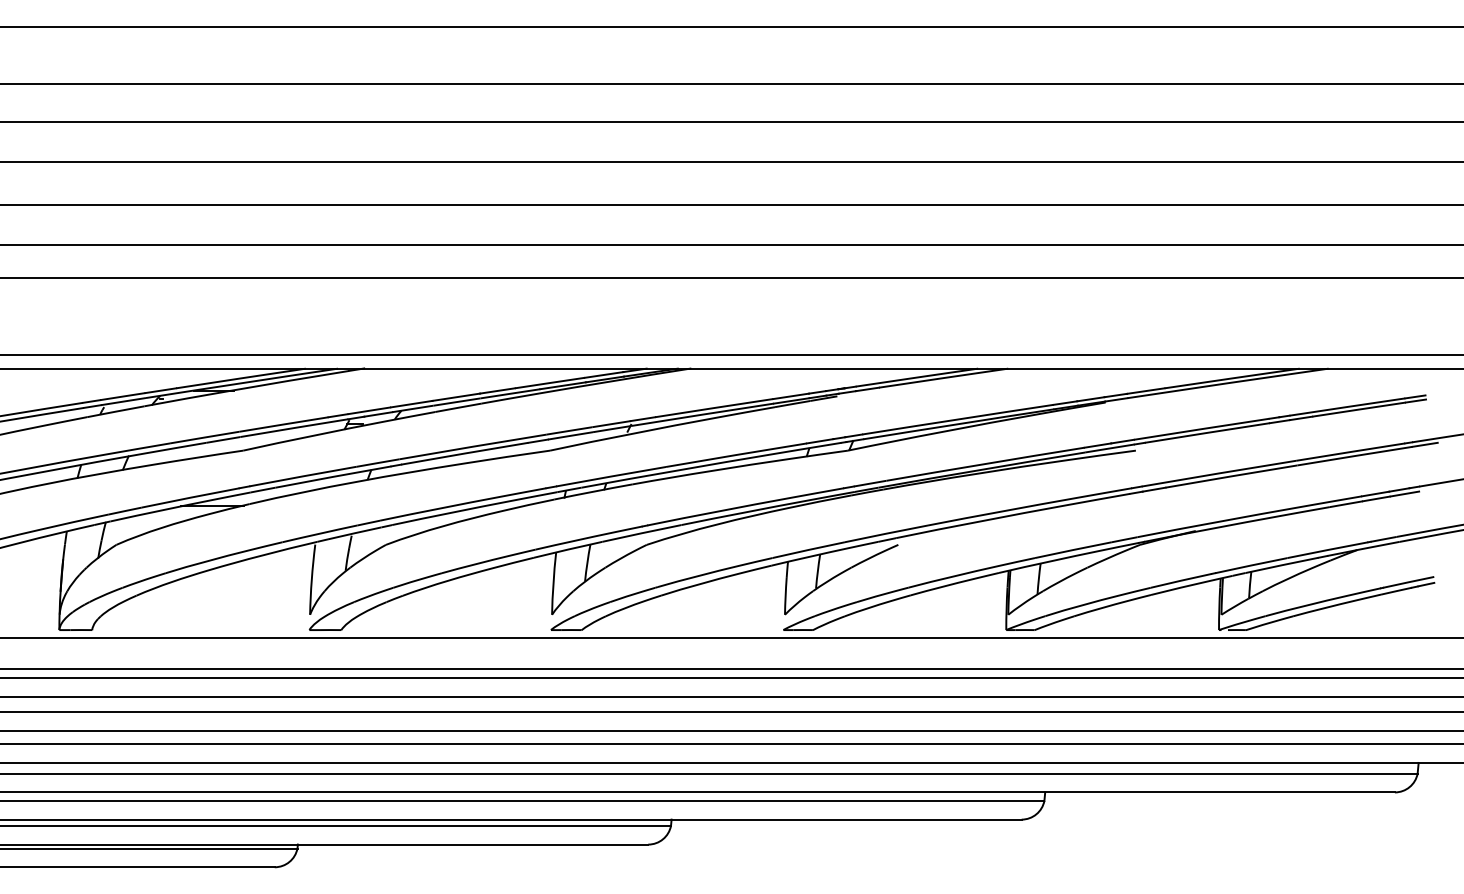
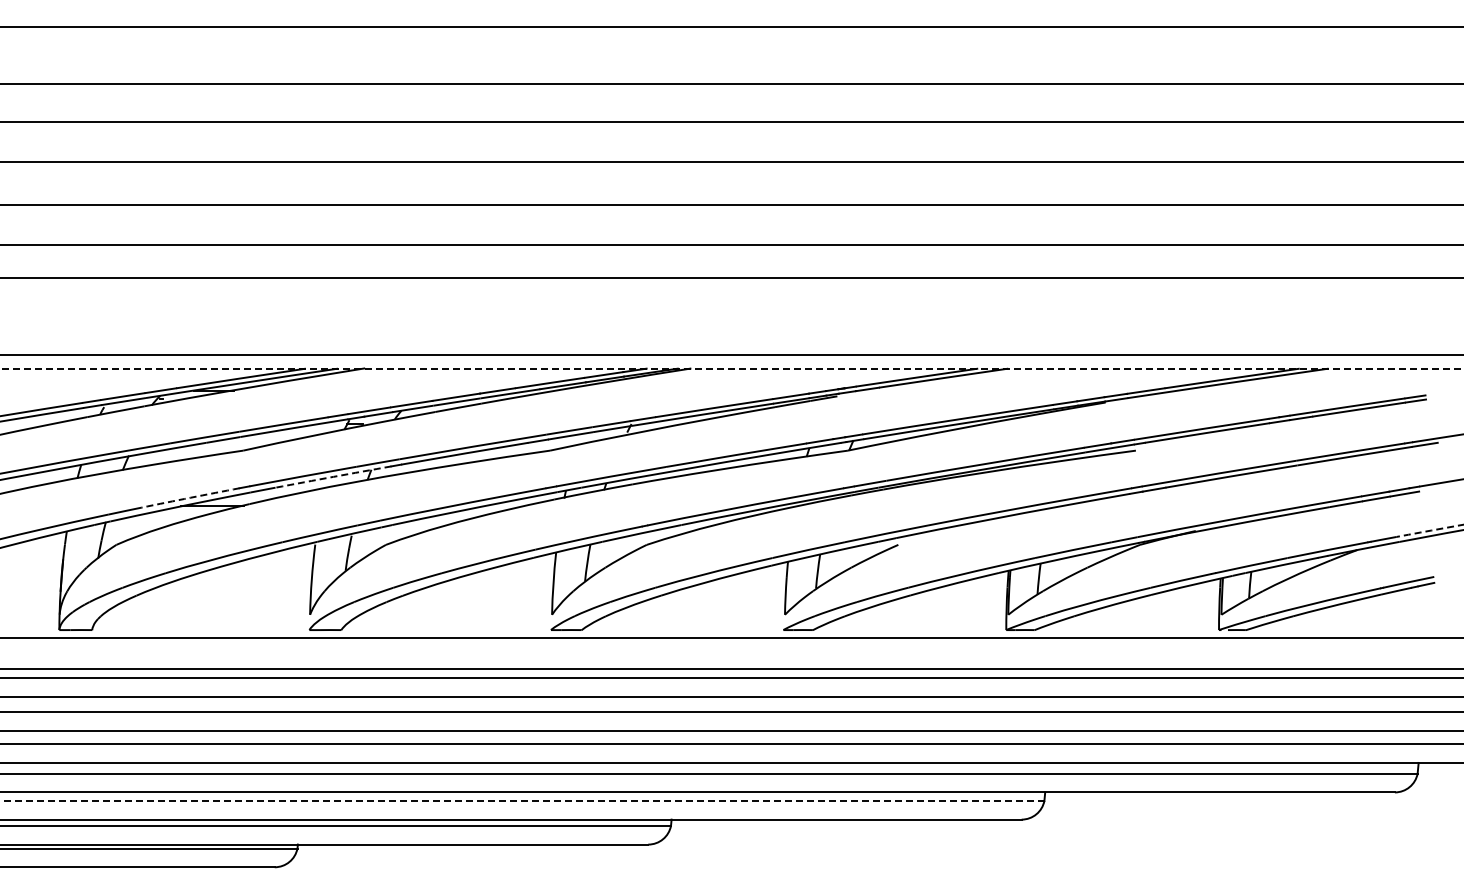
line at (732, 368): solid -> dashed
arc at (333, 476): solid -> dashed
arc at (190, 497): solid -> dashed
arc at (1430, 530): solid -> dashed
line at (523, 800): solid -> dashed
